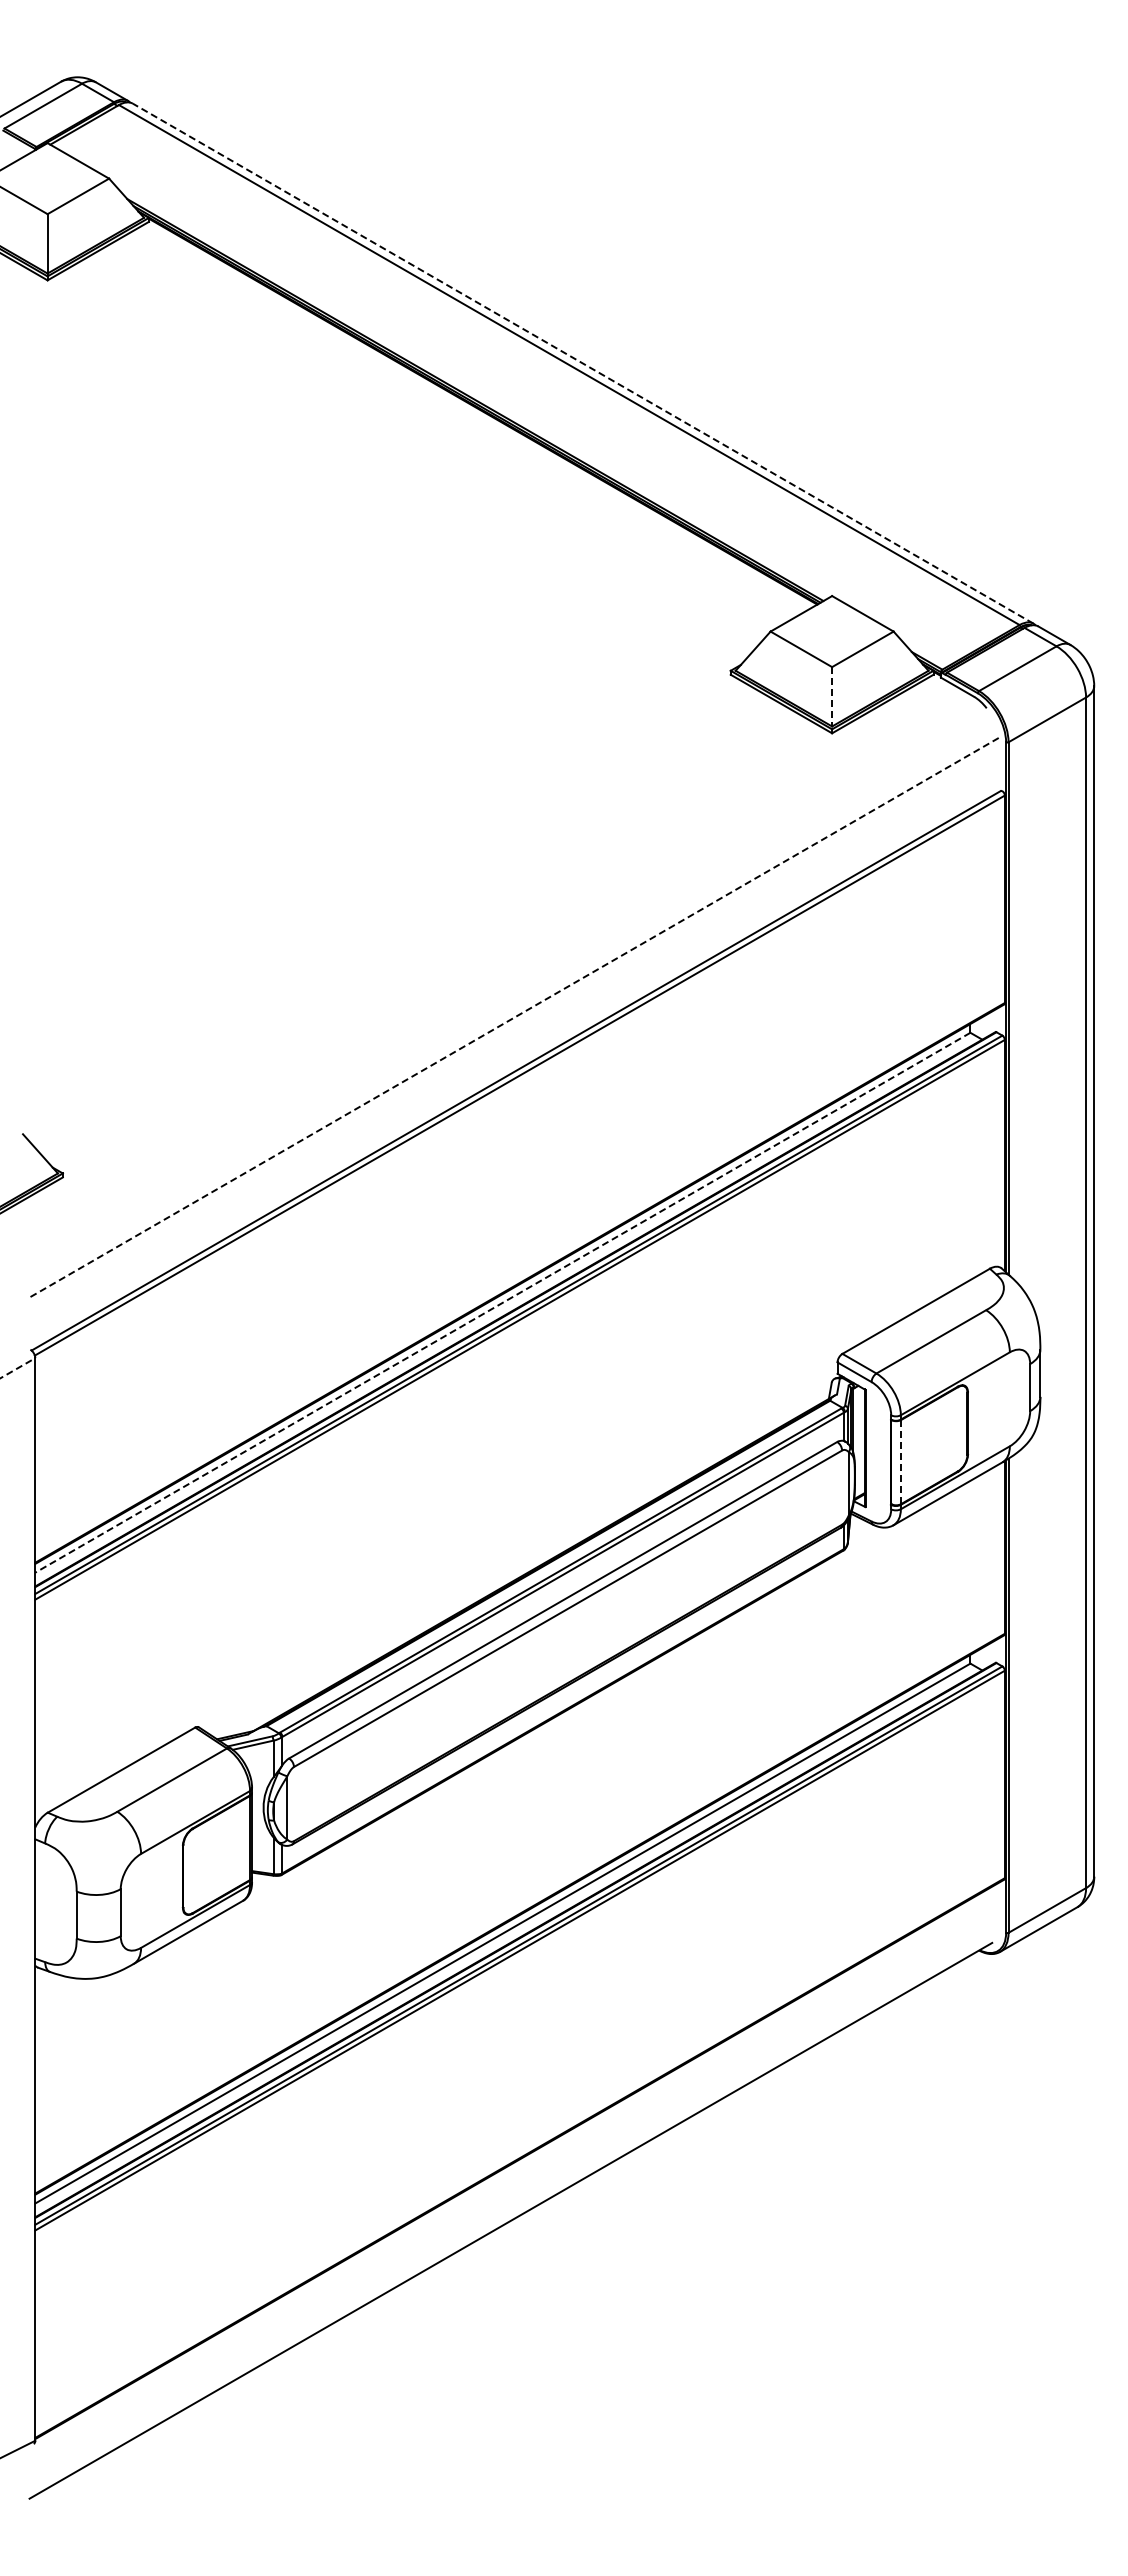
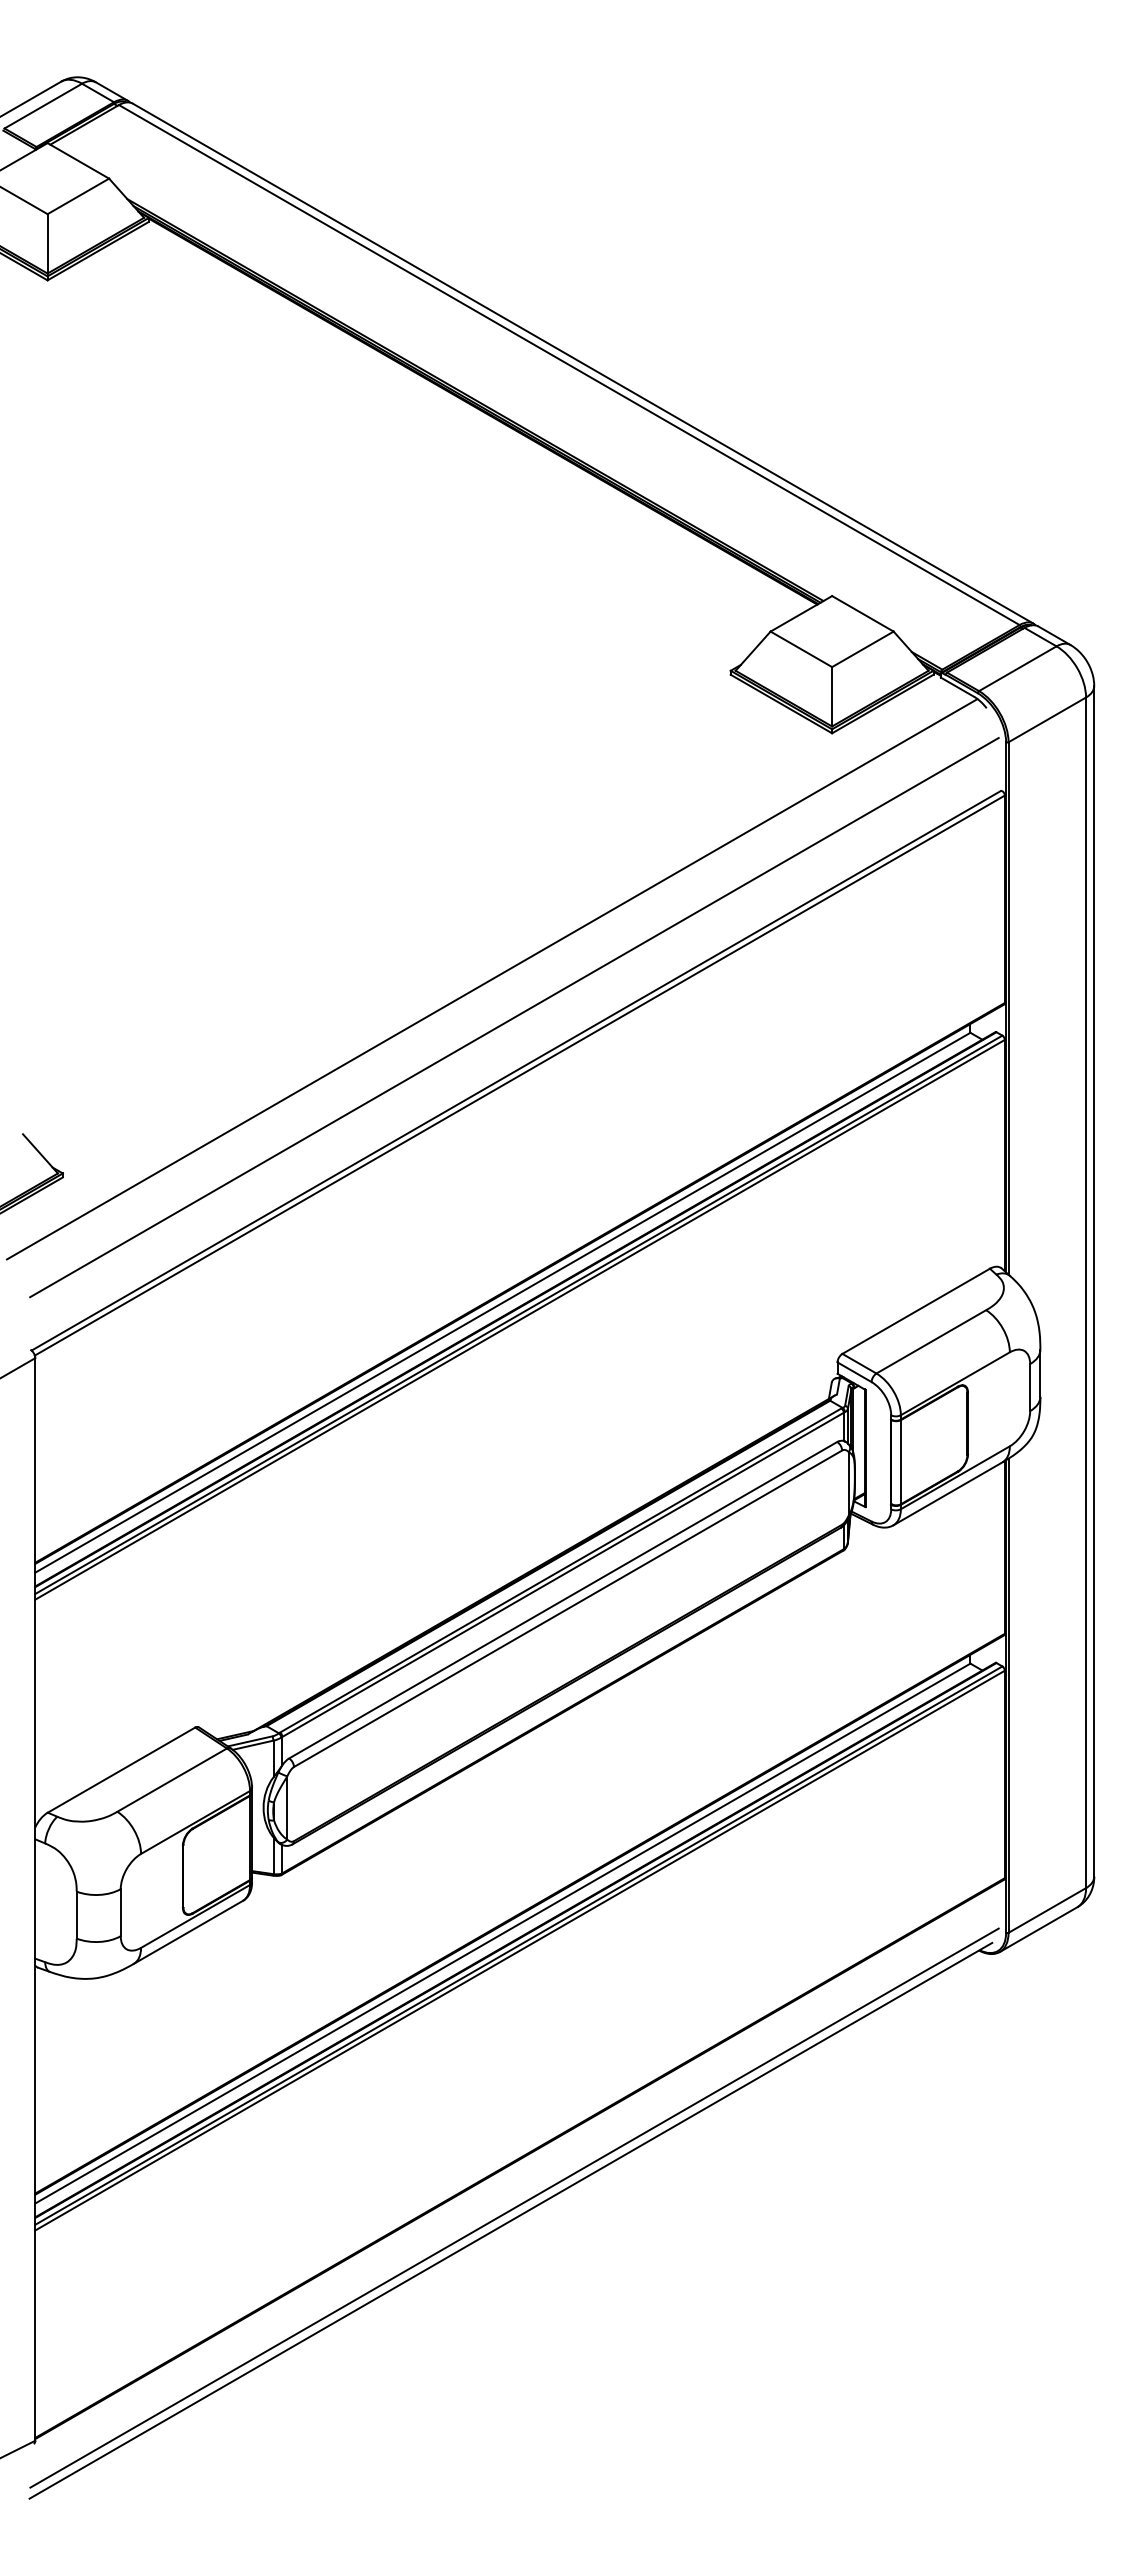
line at (583, 363): dashed -> solid
line at (832, 696): dashed -> solid
line at (491, 979): none -> present
line at (514, 1017): dashed -> solid
line at (502, 1302): dashed -> solid
line at (18, 1367): dashed -> solid
line at (901, 1461): dashed -> solid
line at (514, 2207): none -> present
